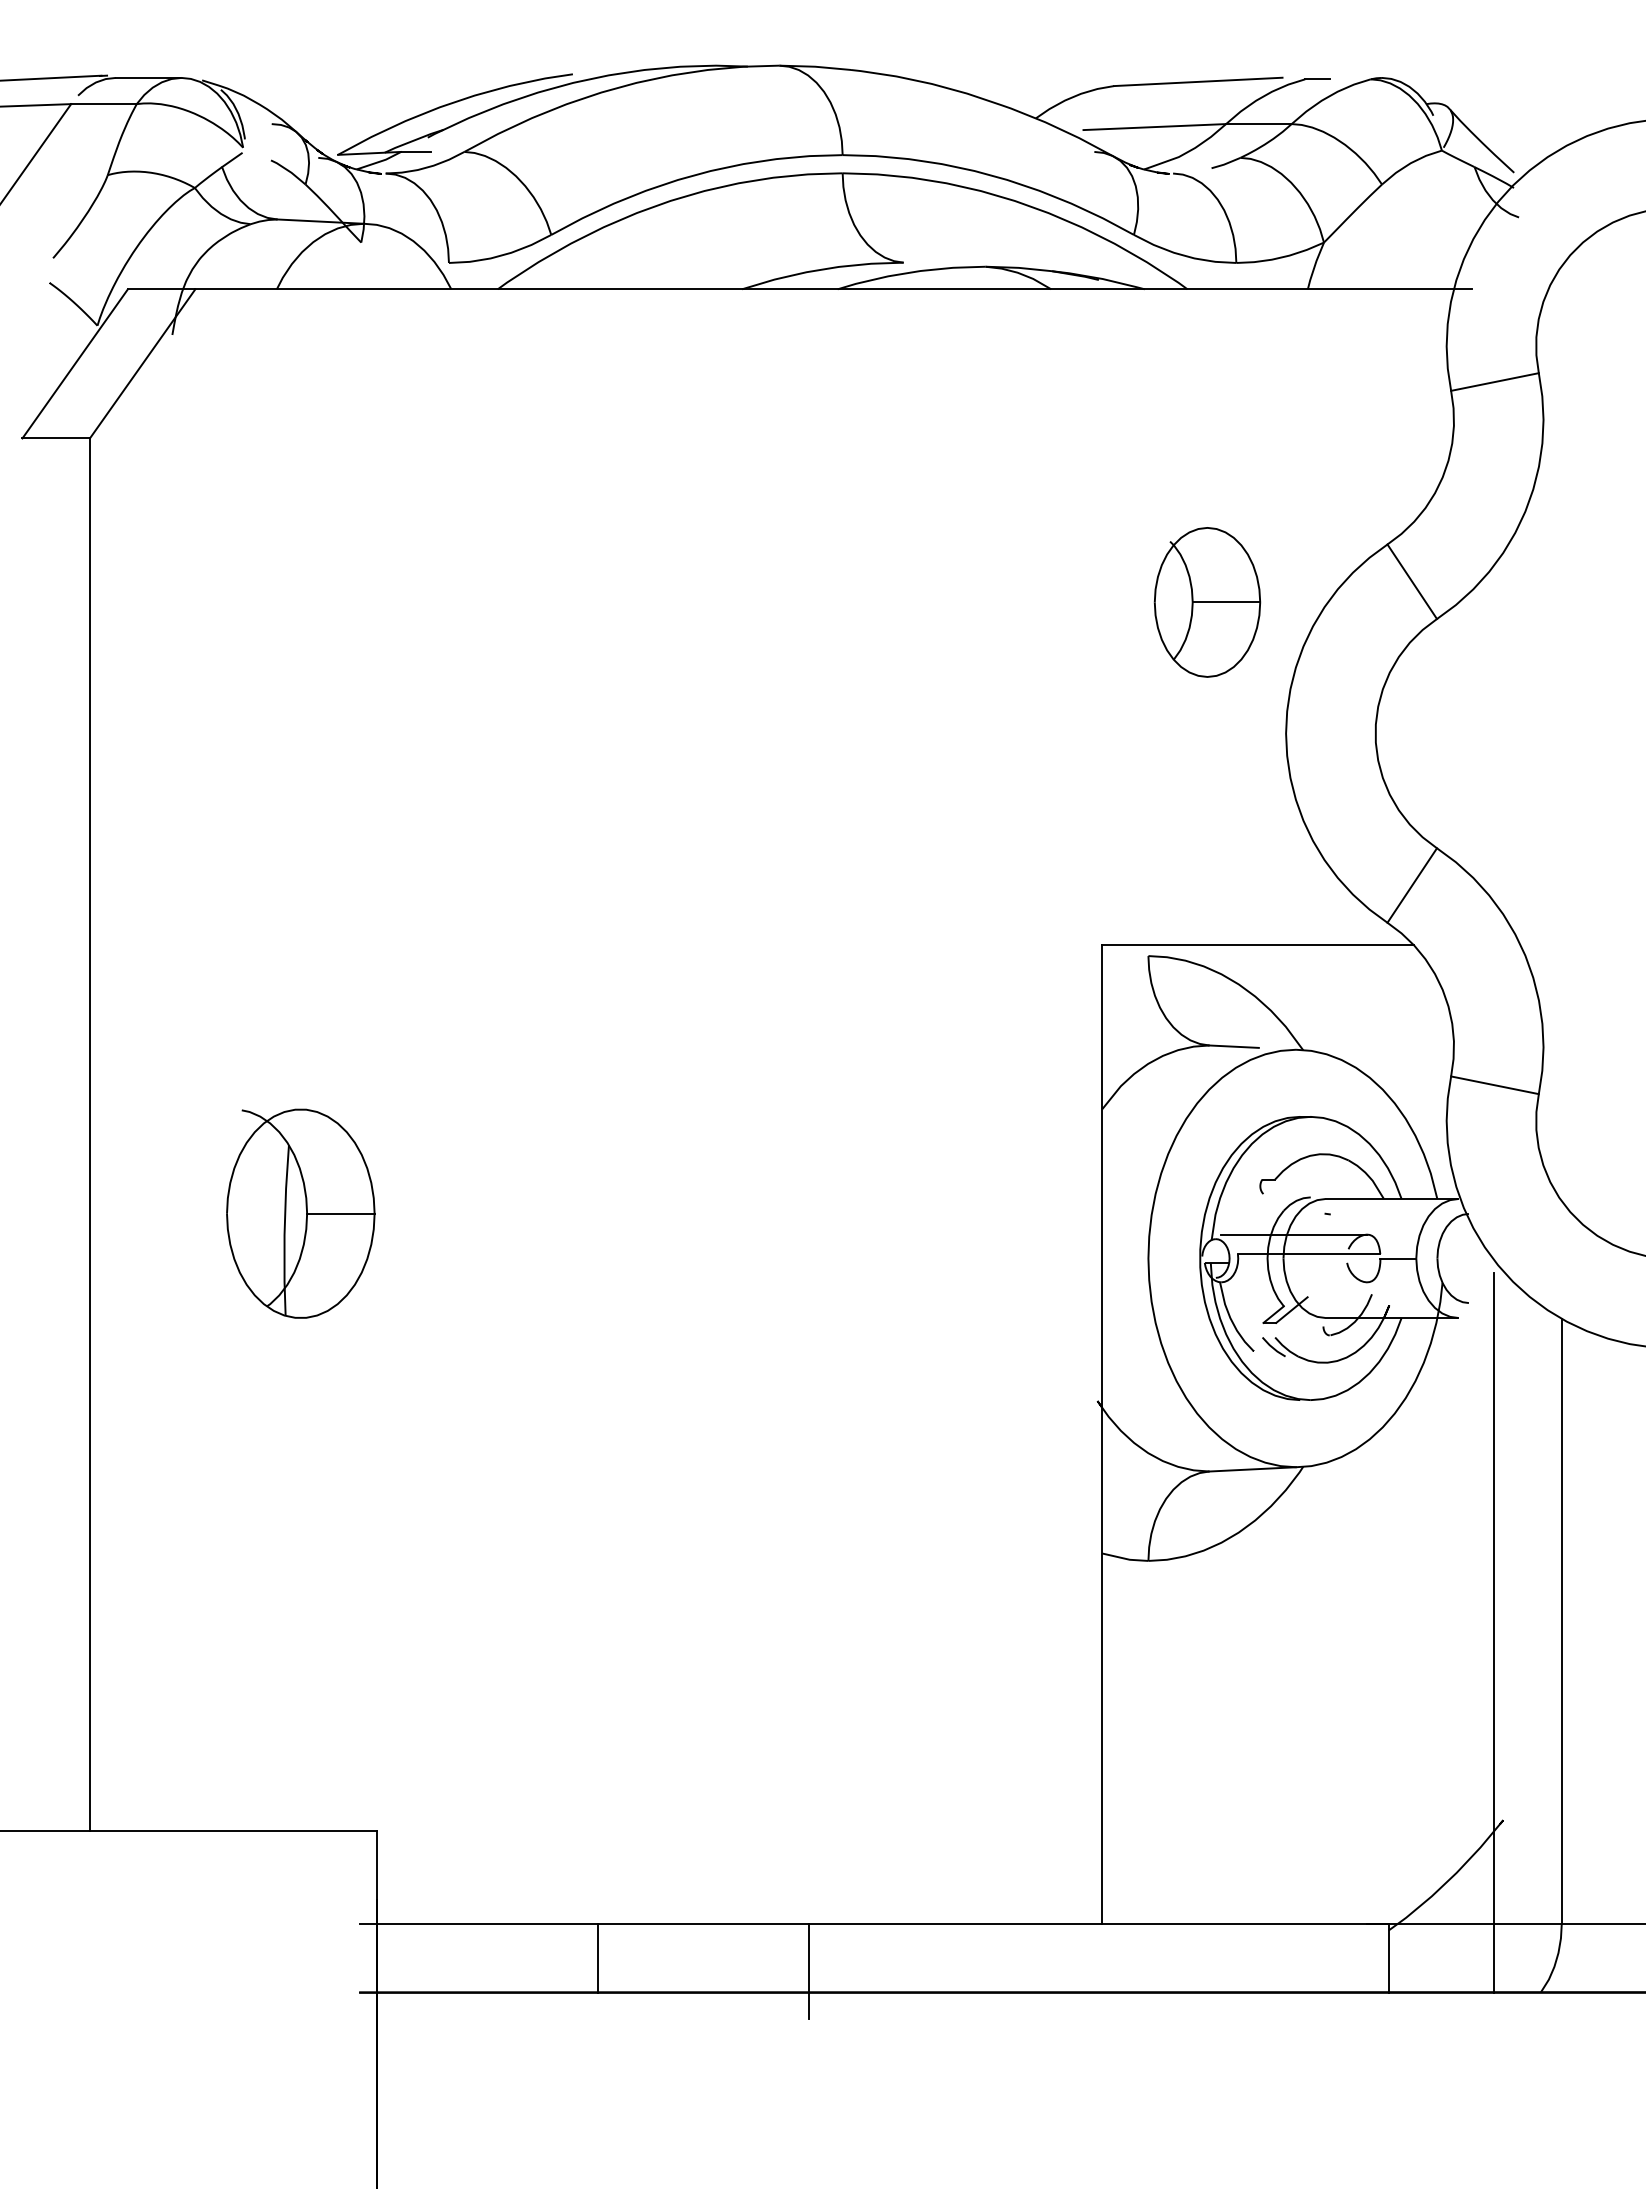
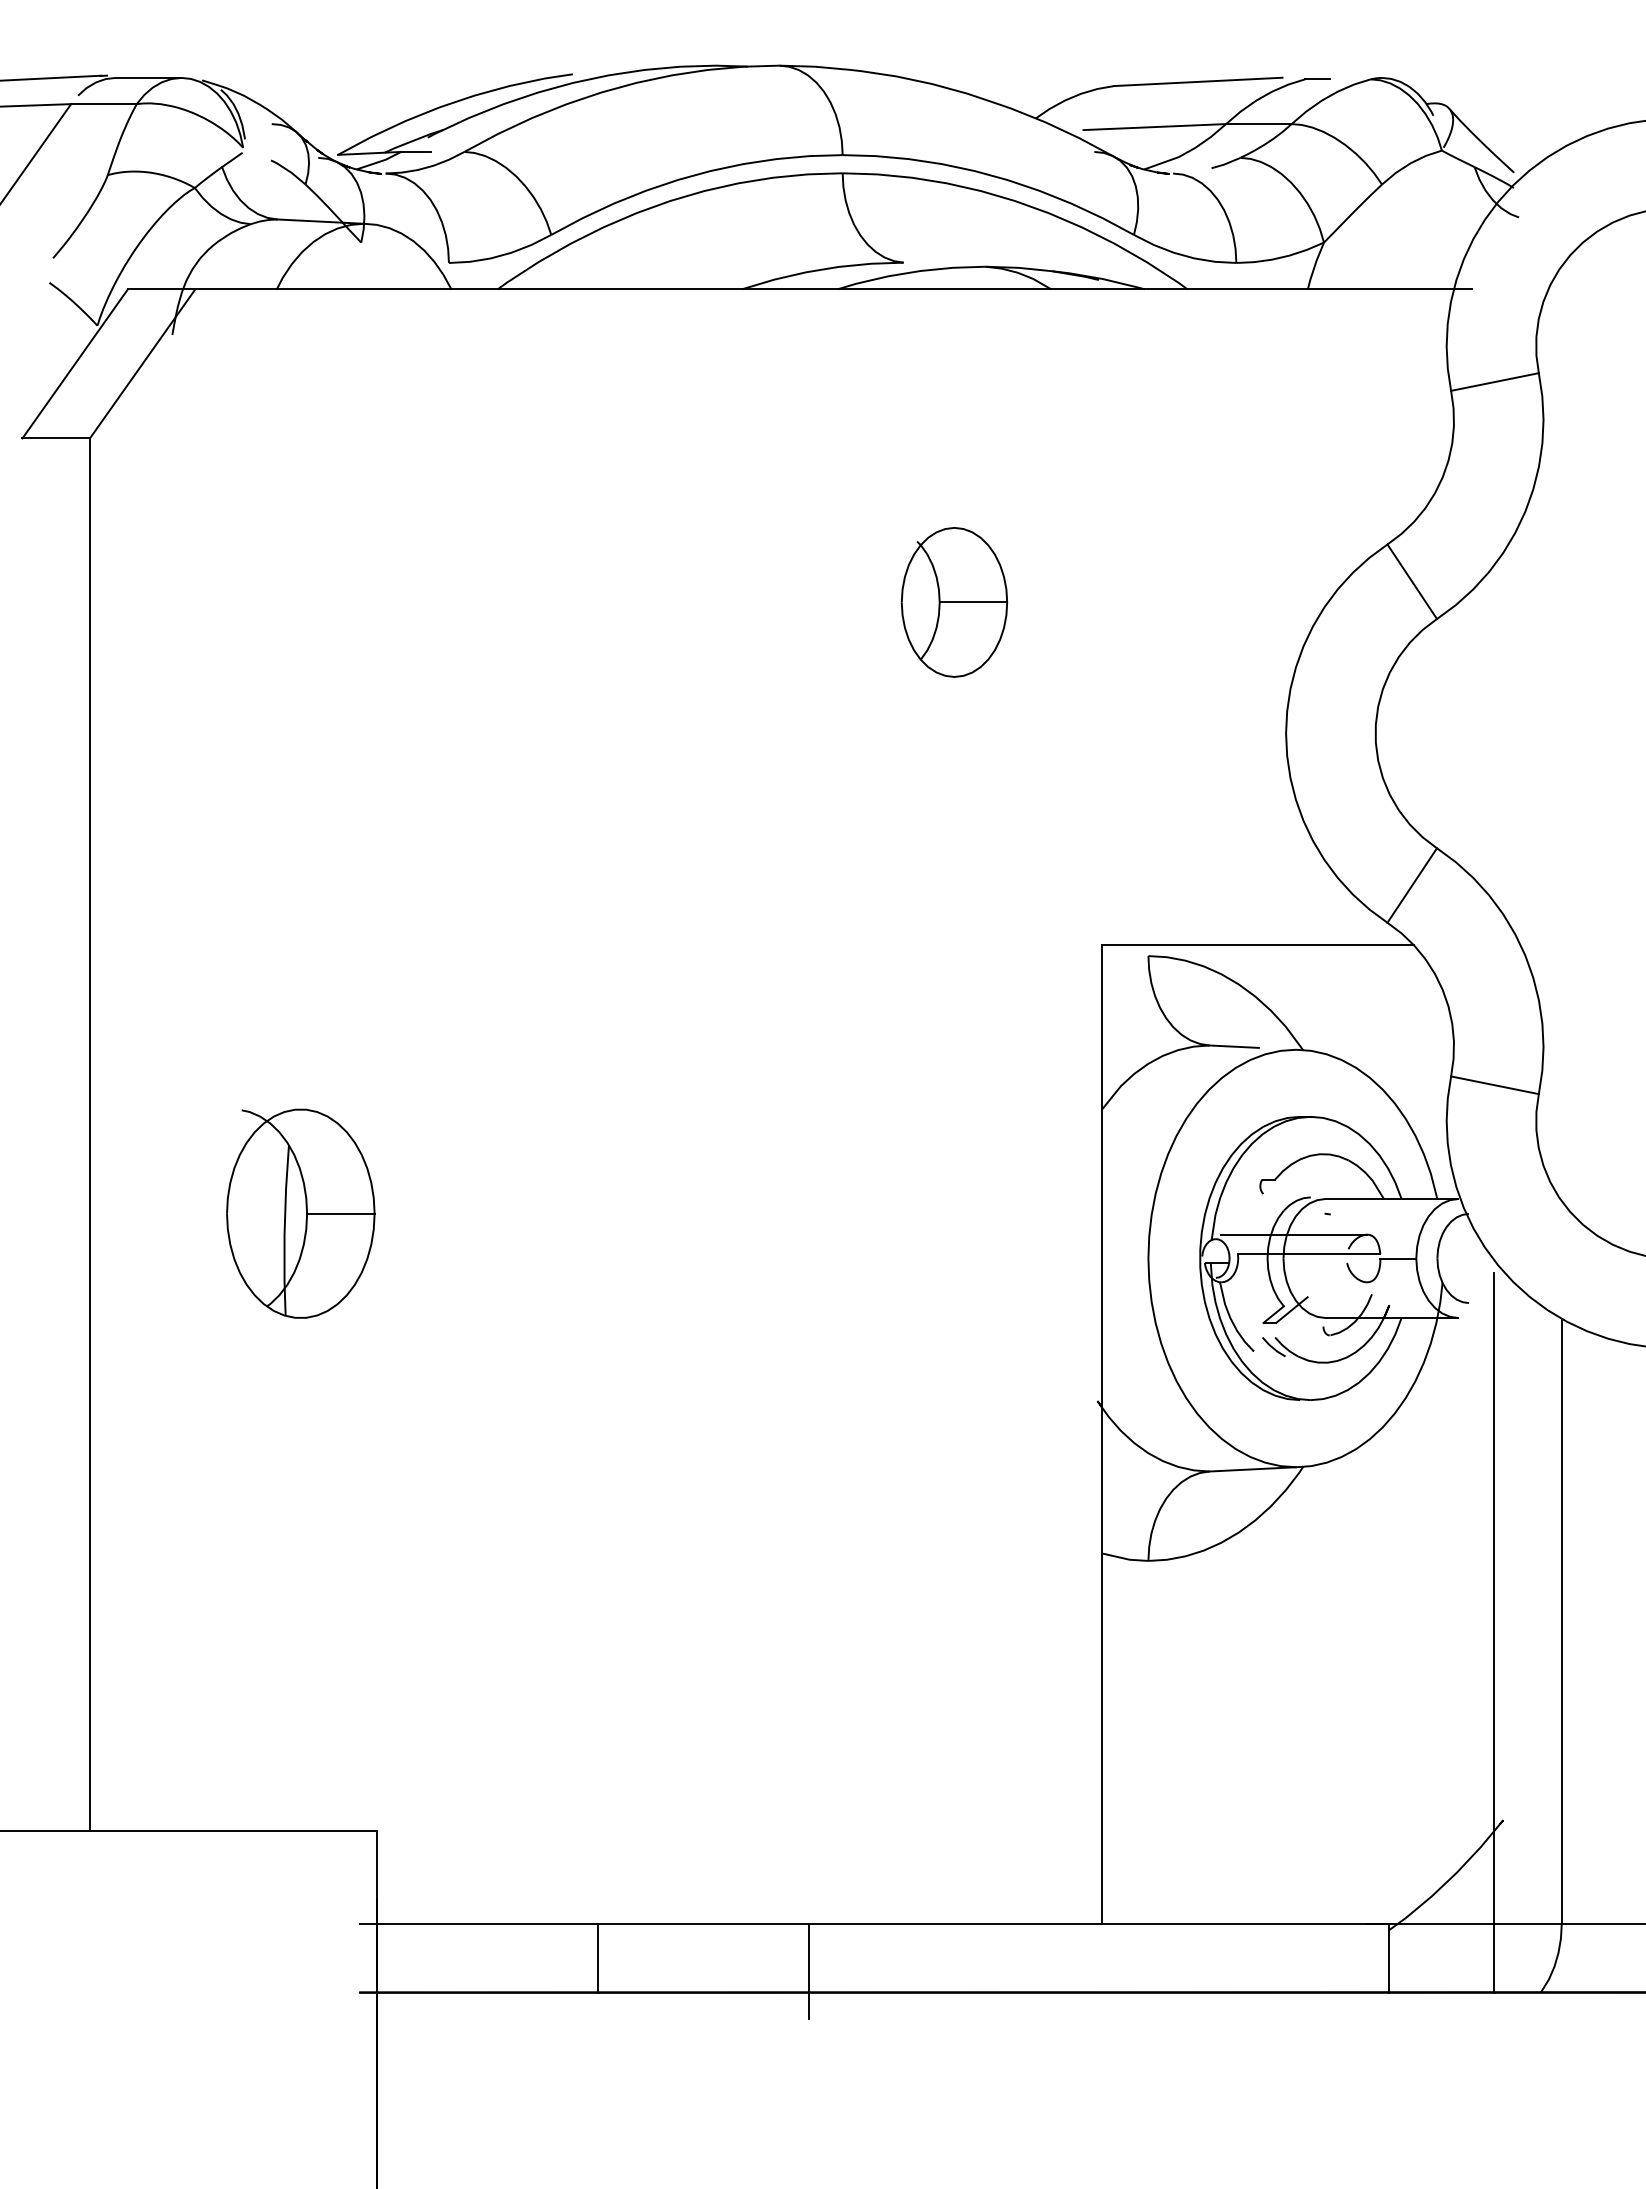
part at (1207, 602) position: (1207, 602) -> (954, 602)
